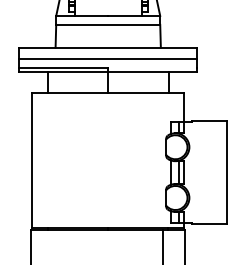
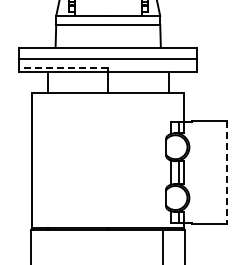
line at (63, 67): solid -> dashed
line at (226, 173): solid -> dashed
